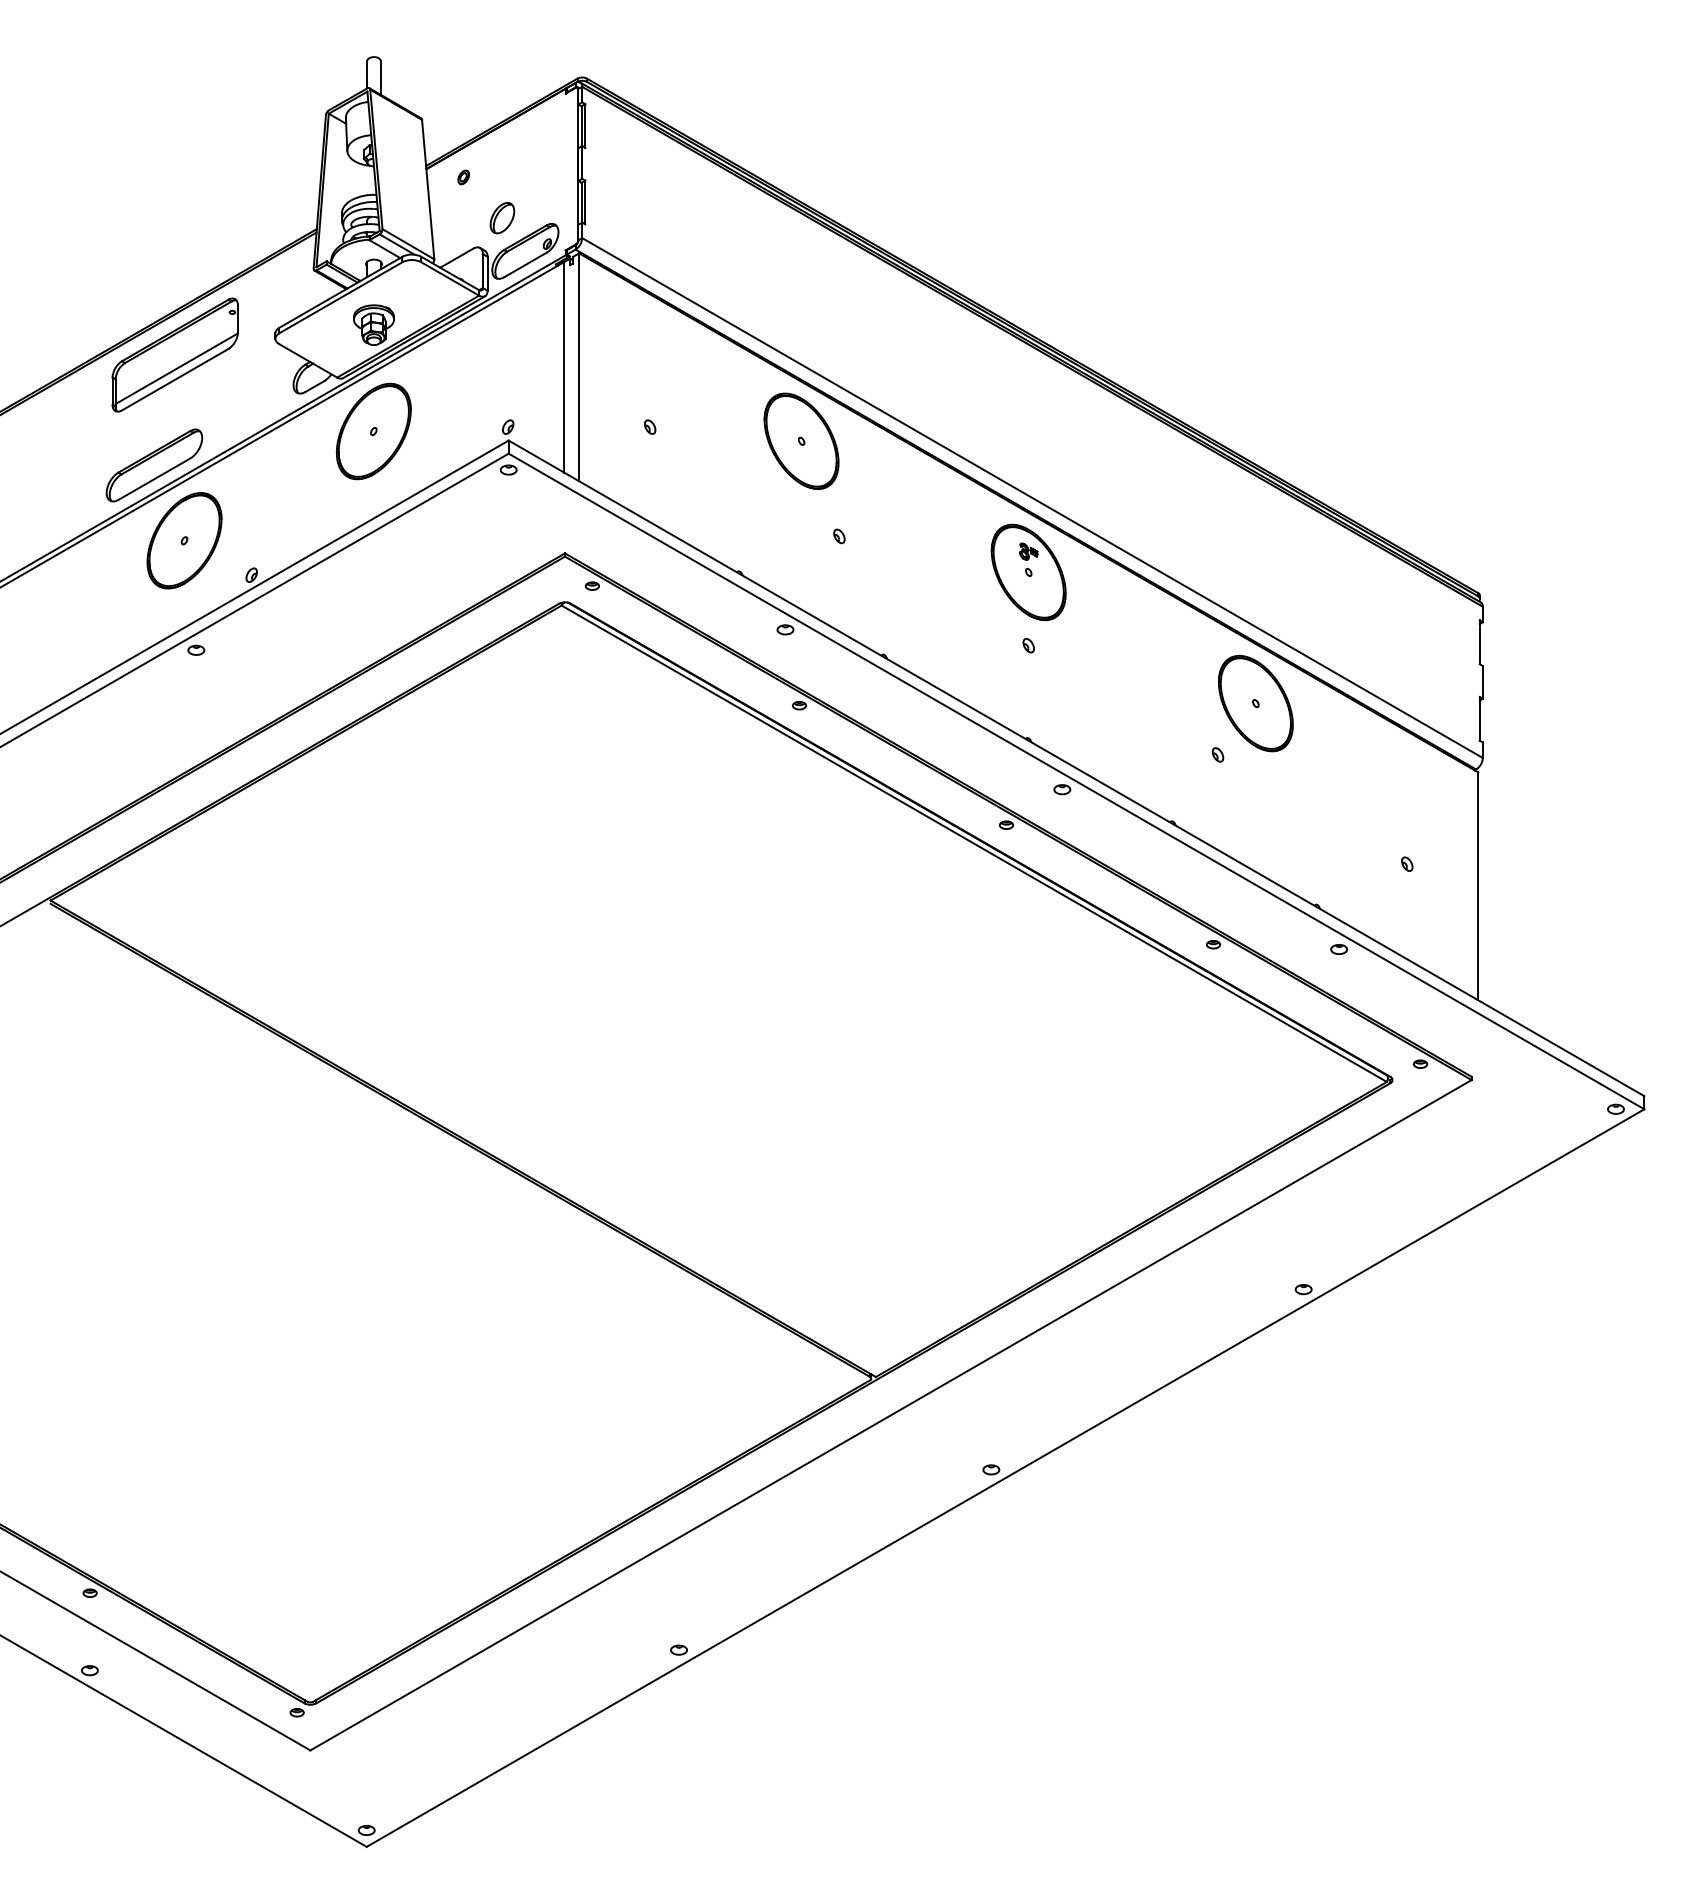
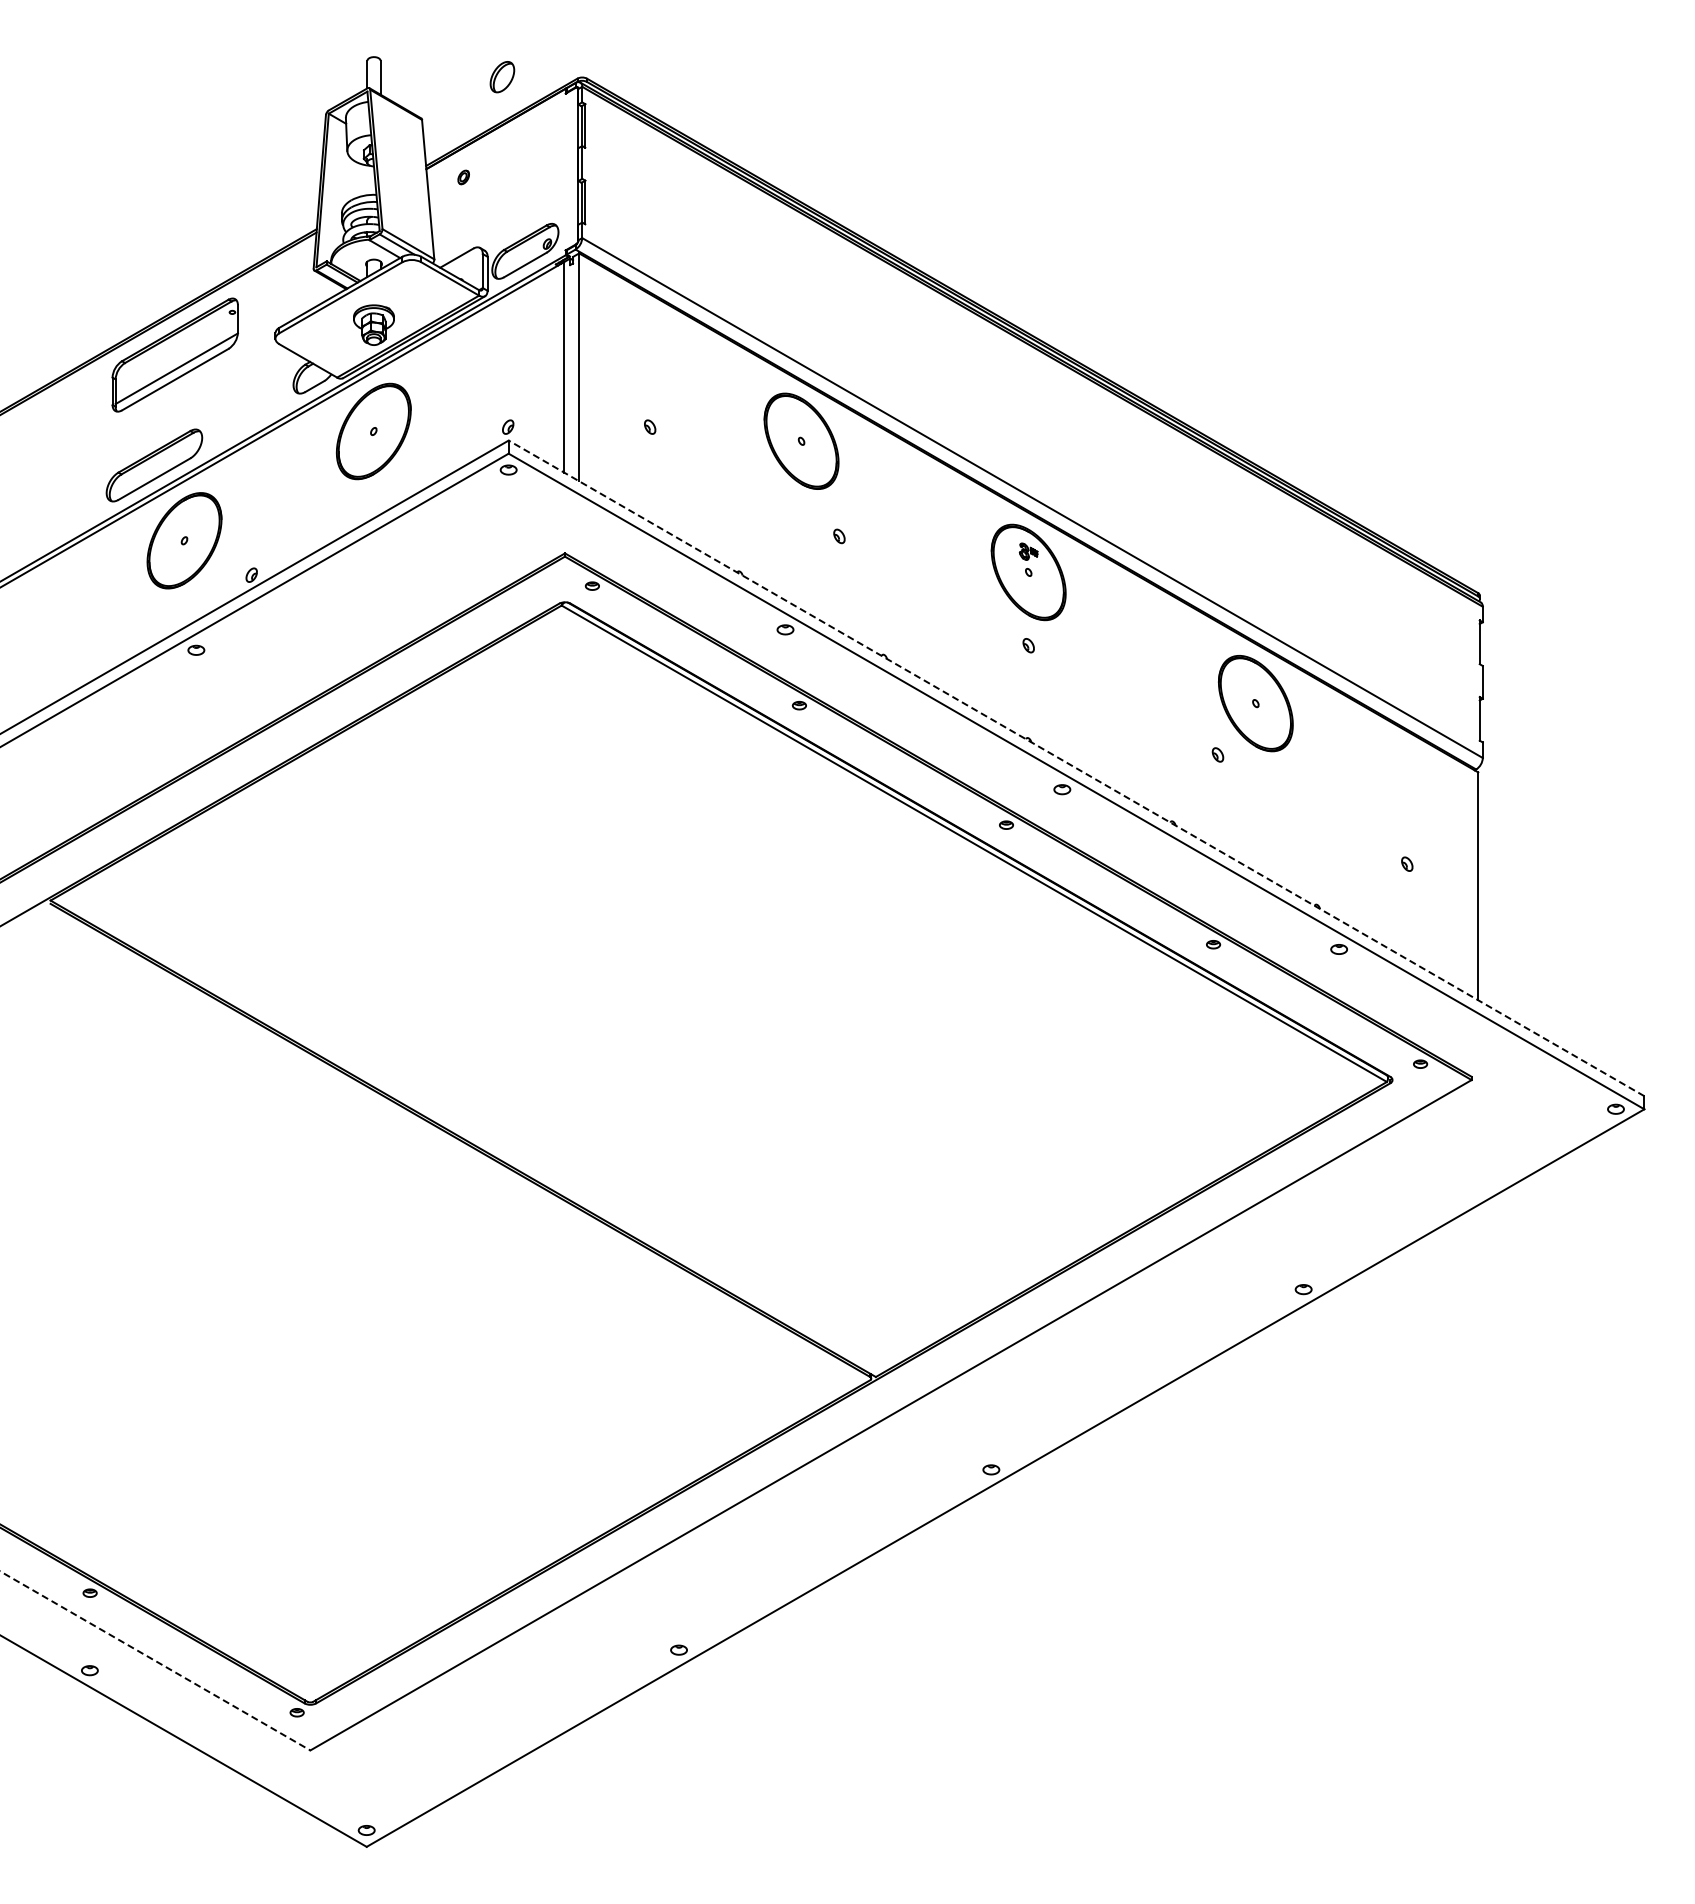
part at (502, 218) position: (502, 218) -> (502, 77)
line at (1076, 768): solid -> dashed
line at (155, 1660): solid -> dashed
